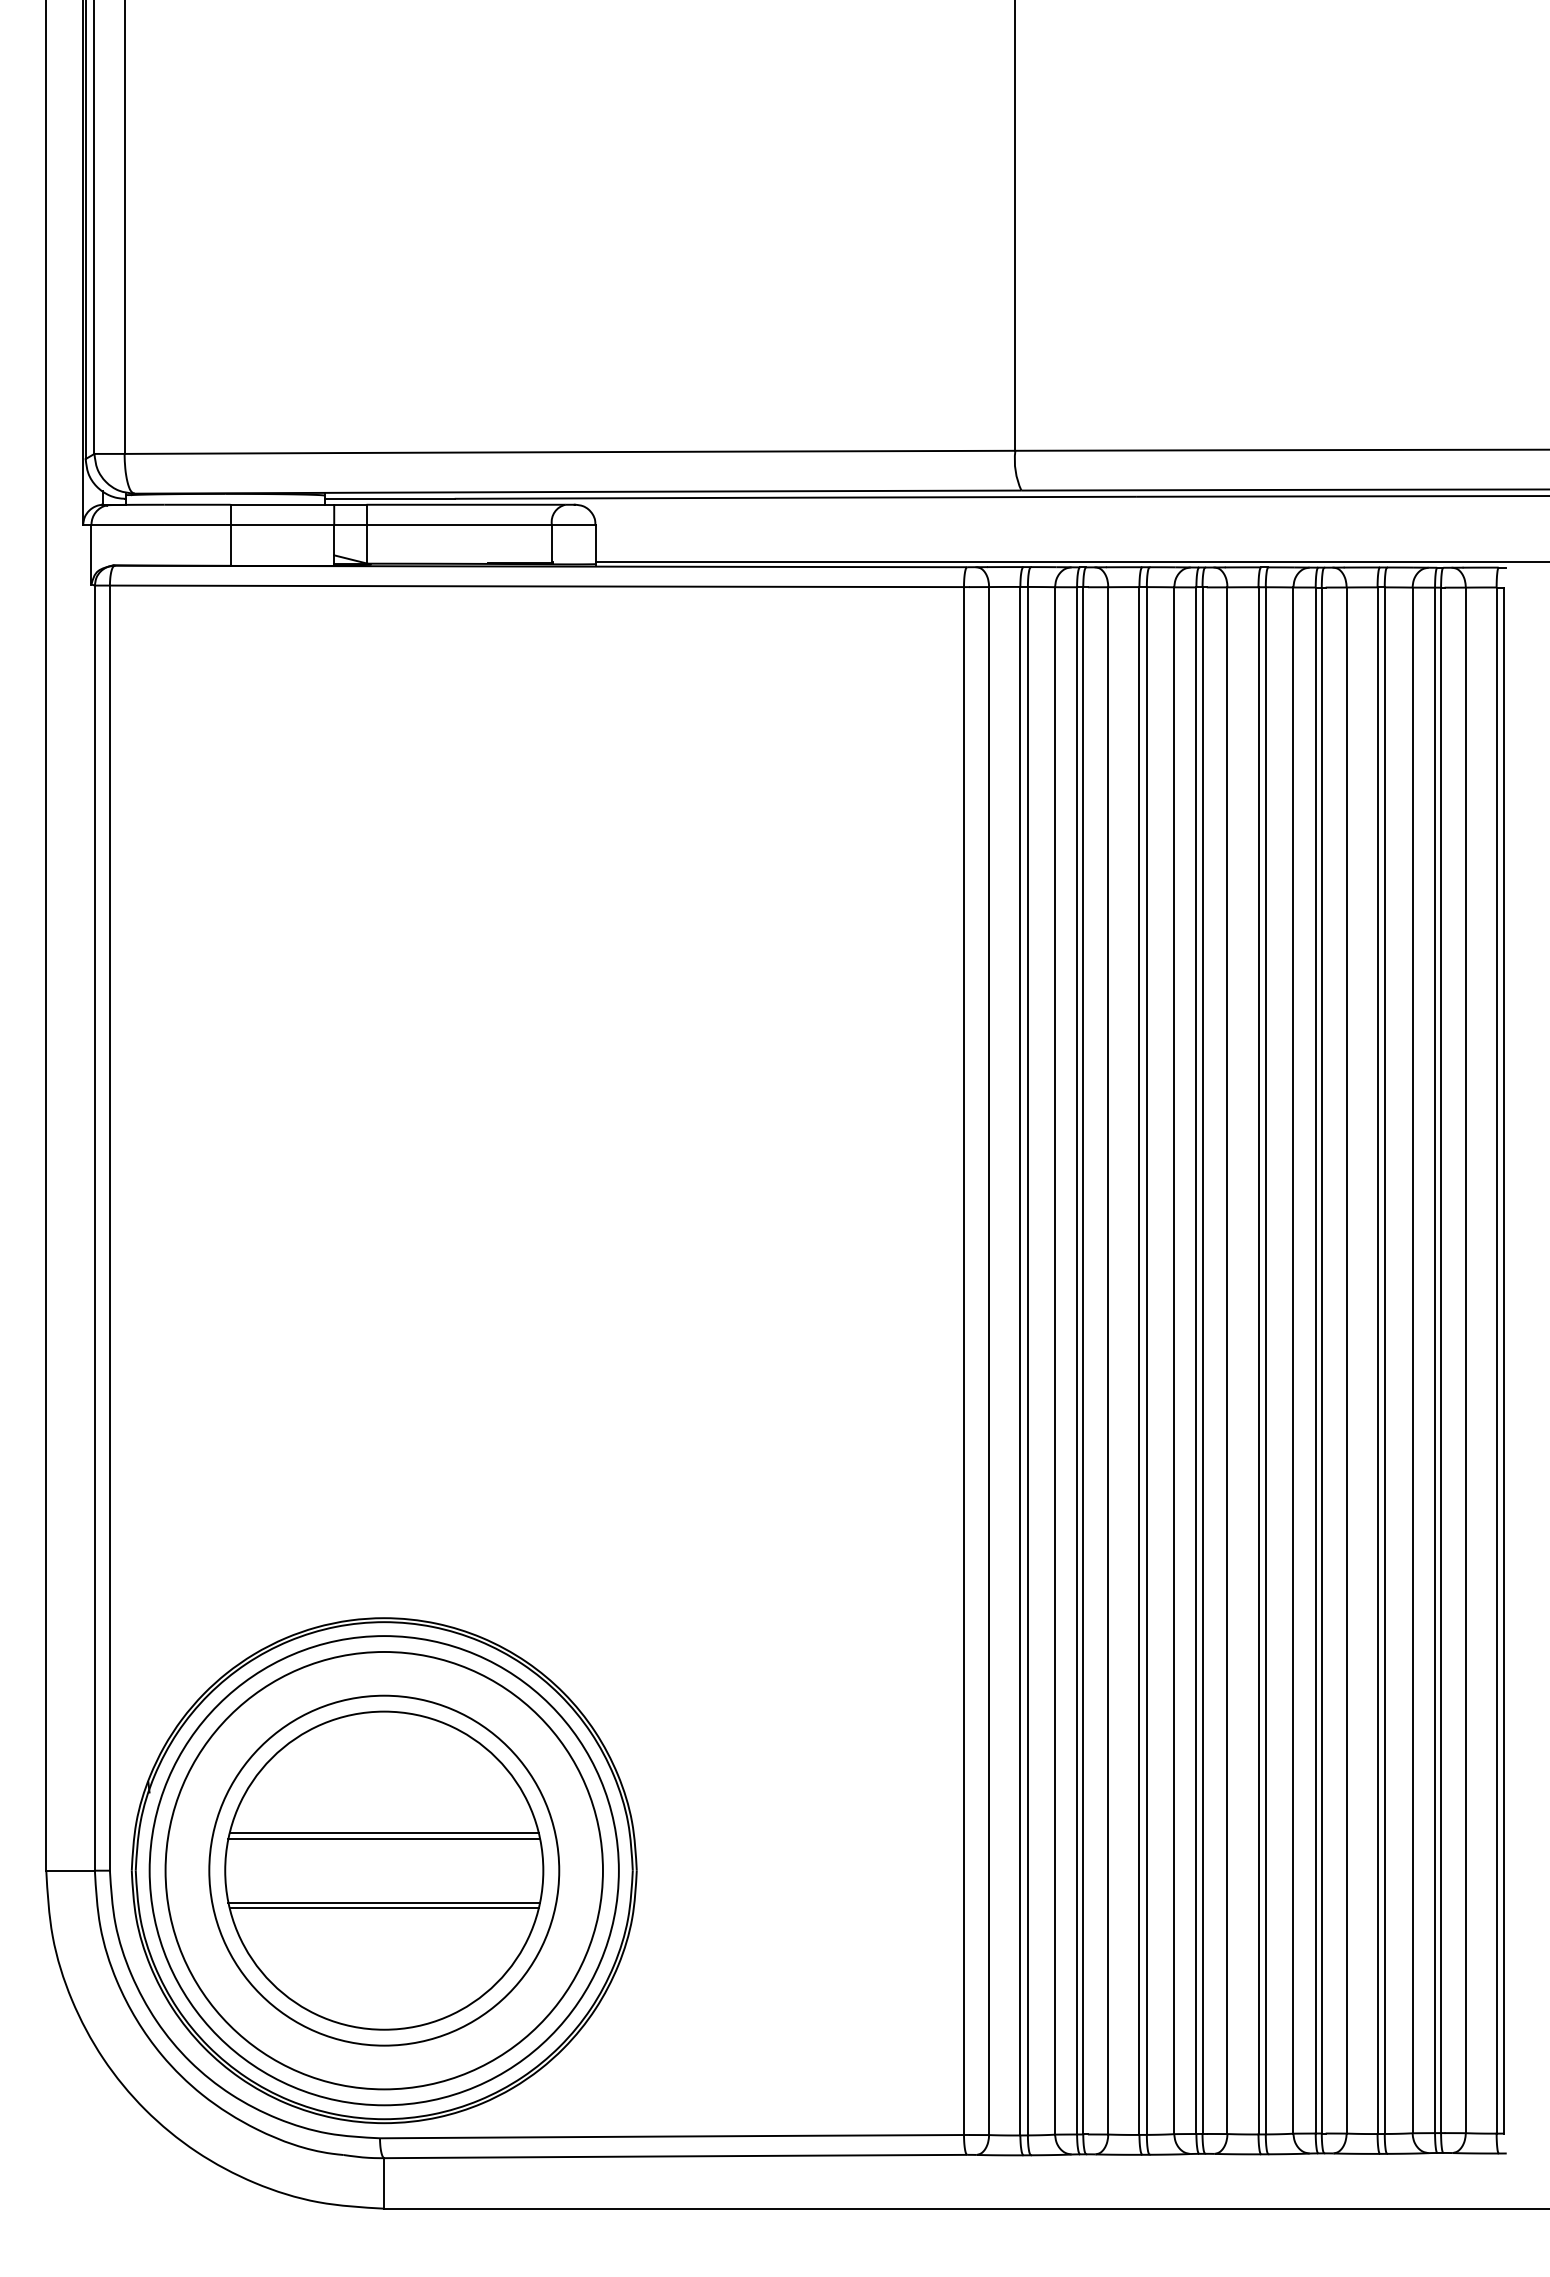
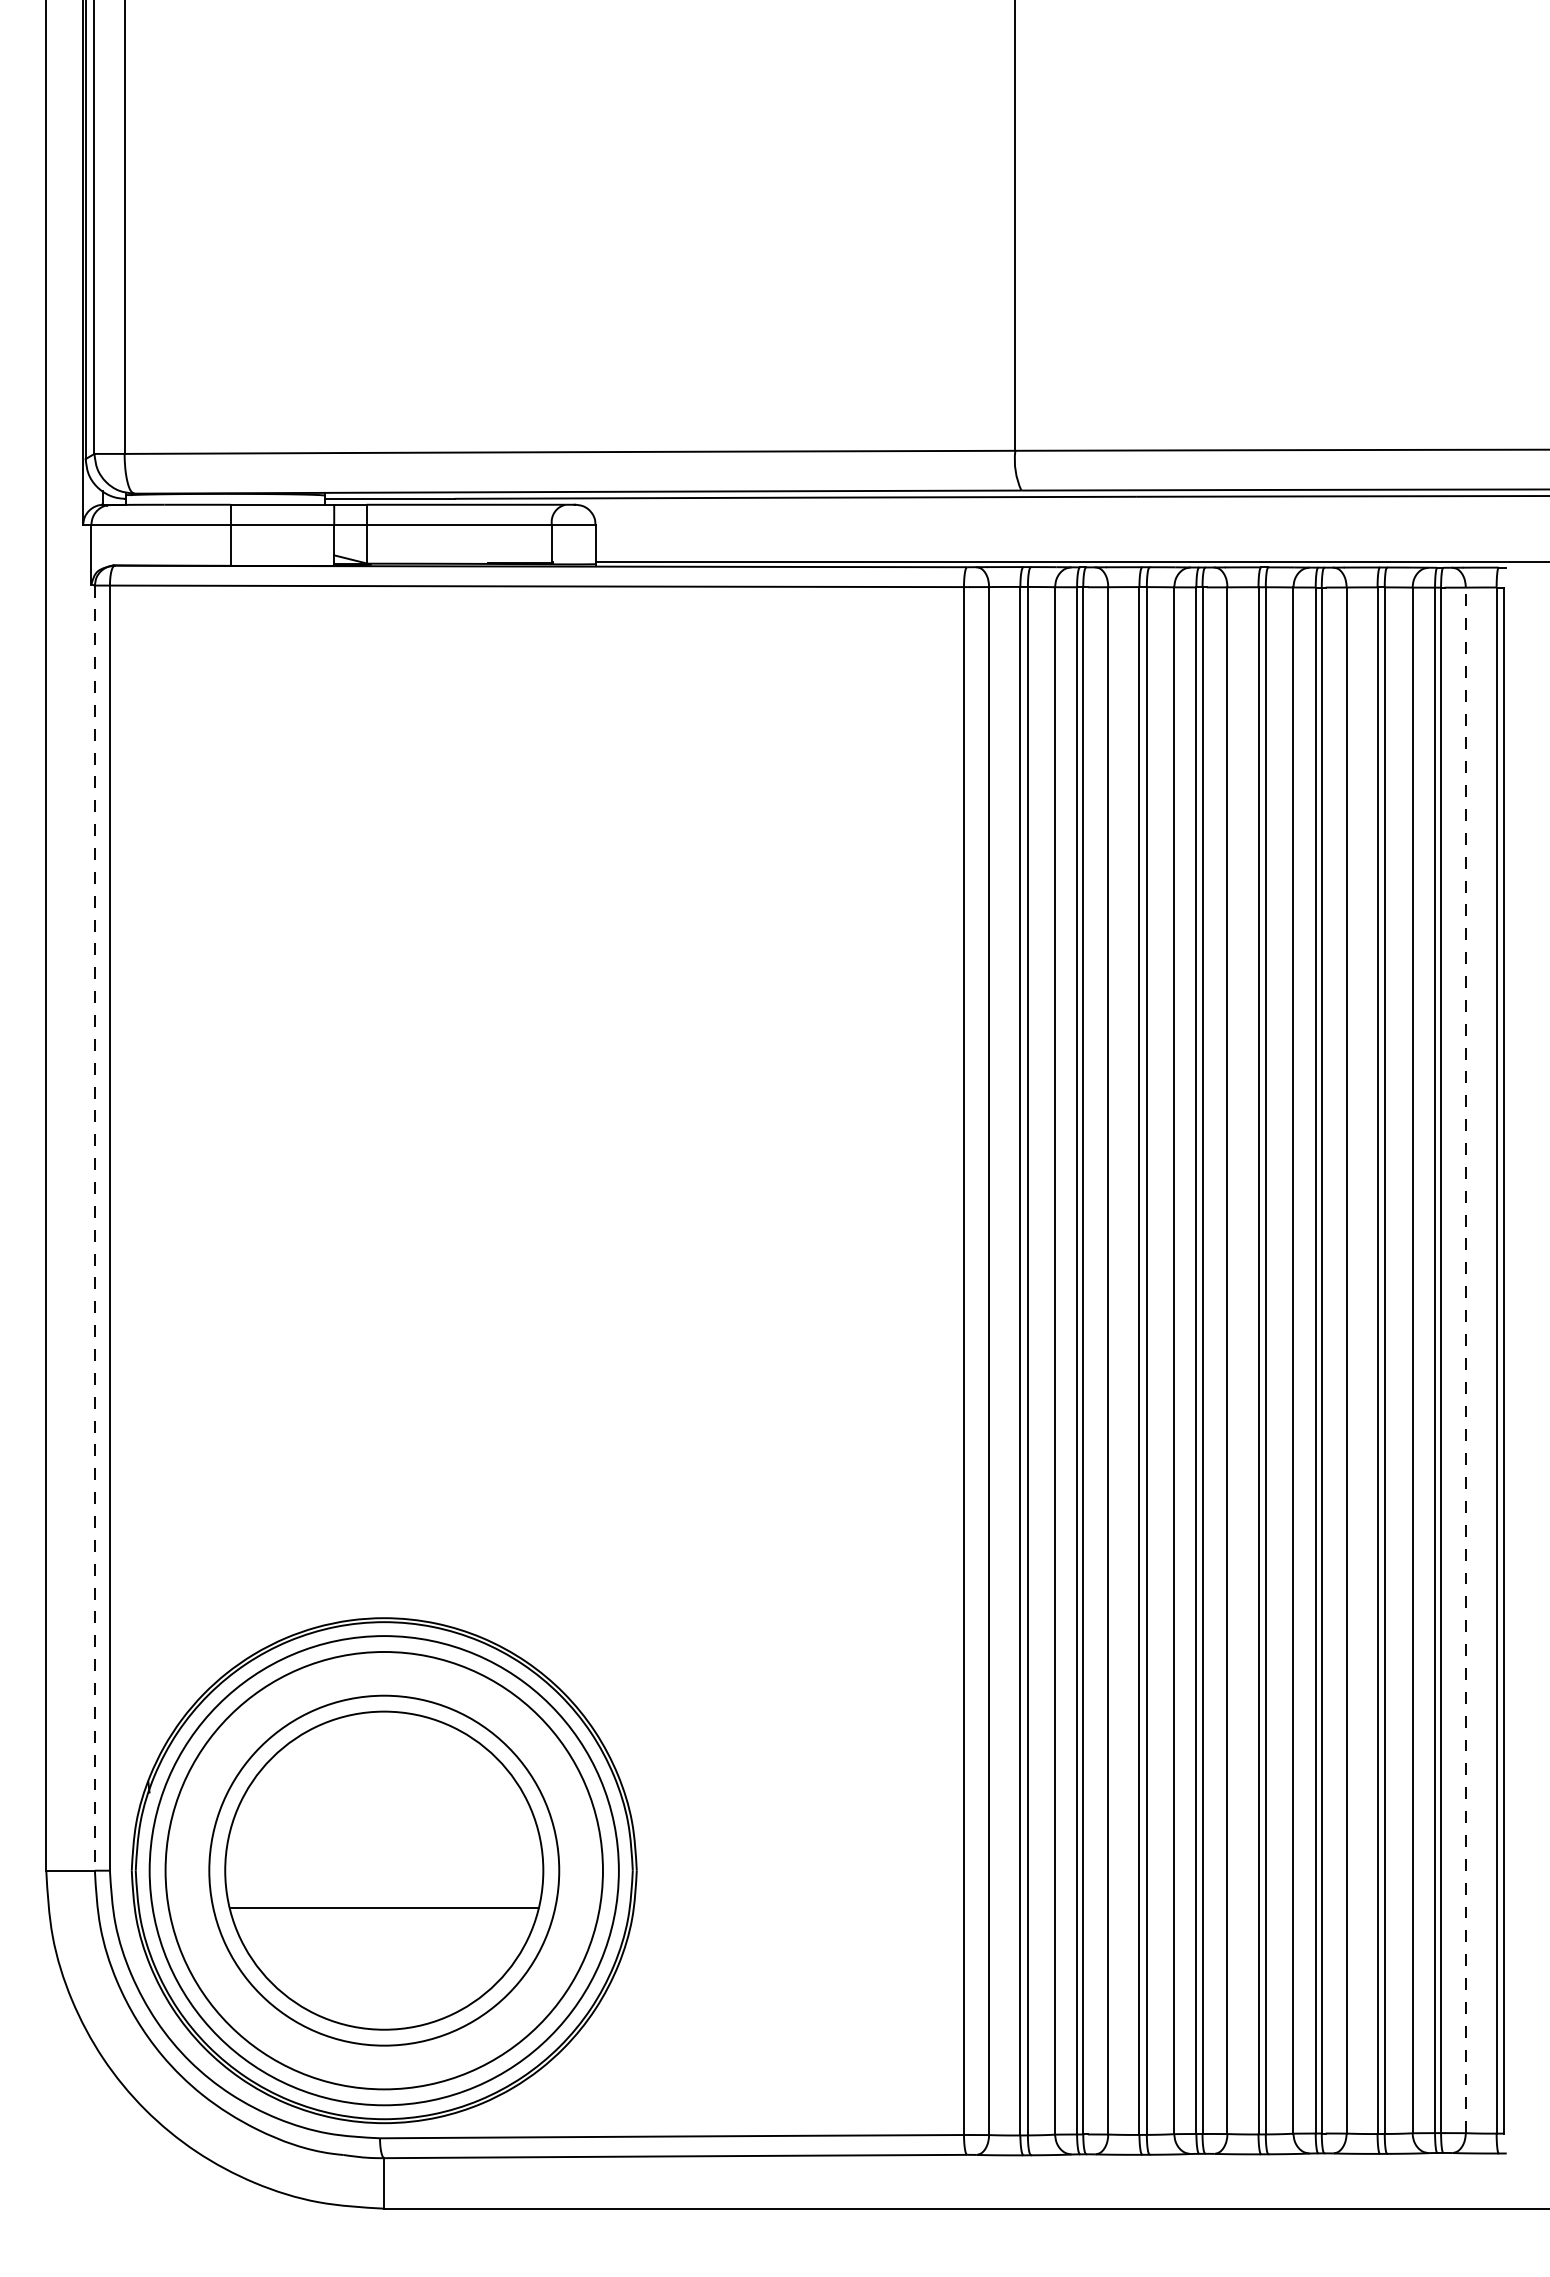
line at (94, 1228): solid -> dashed
line at (1465, 1360): solid -> dashed
line at (383, 1832): present -> none
line at (384, 1838): present -> none
line at (384, 1902): present -> none
